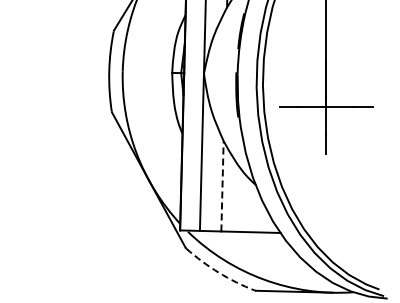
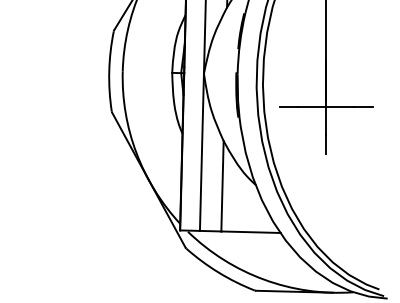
line at (222, 185): dashed -> solid
arc at (218, 272): dashed -> solid
